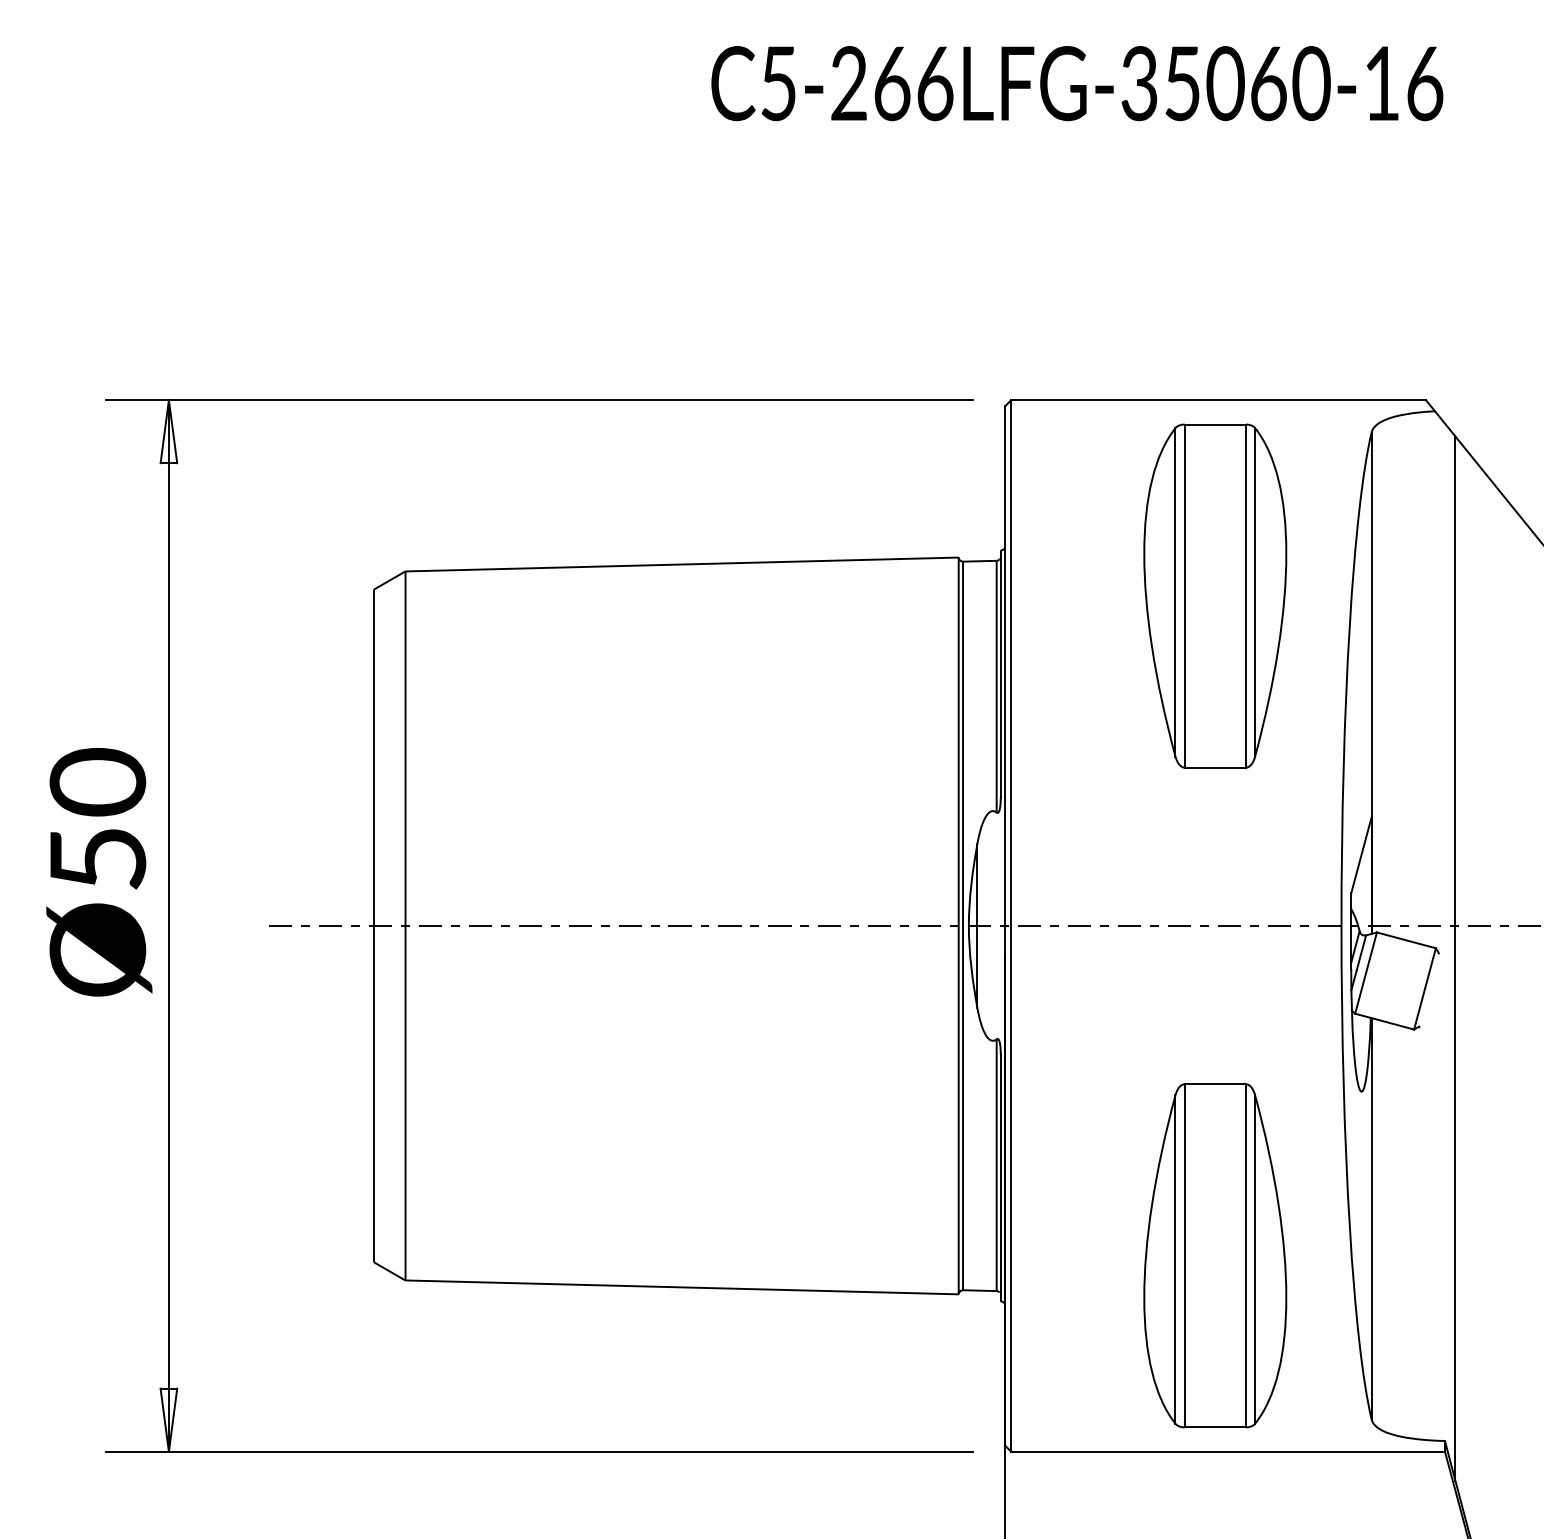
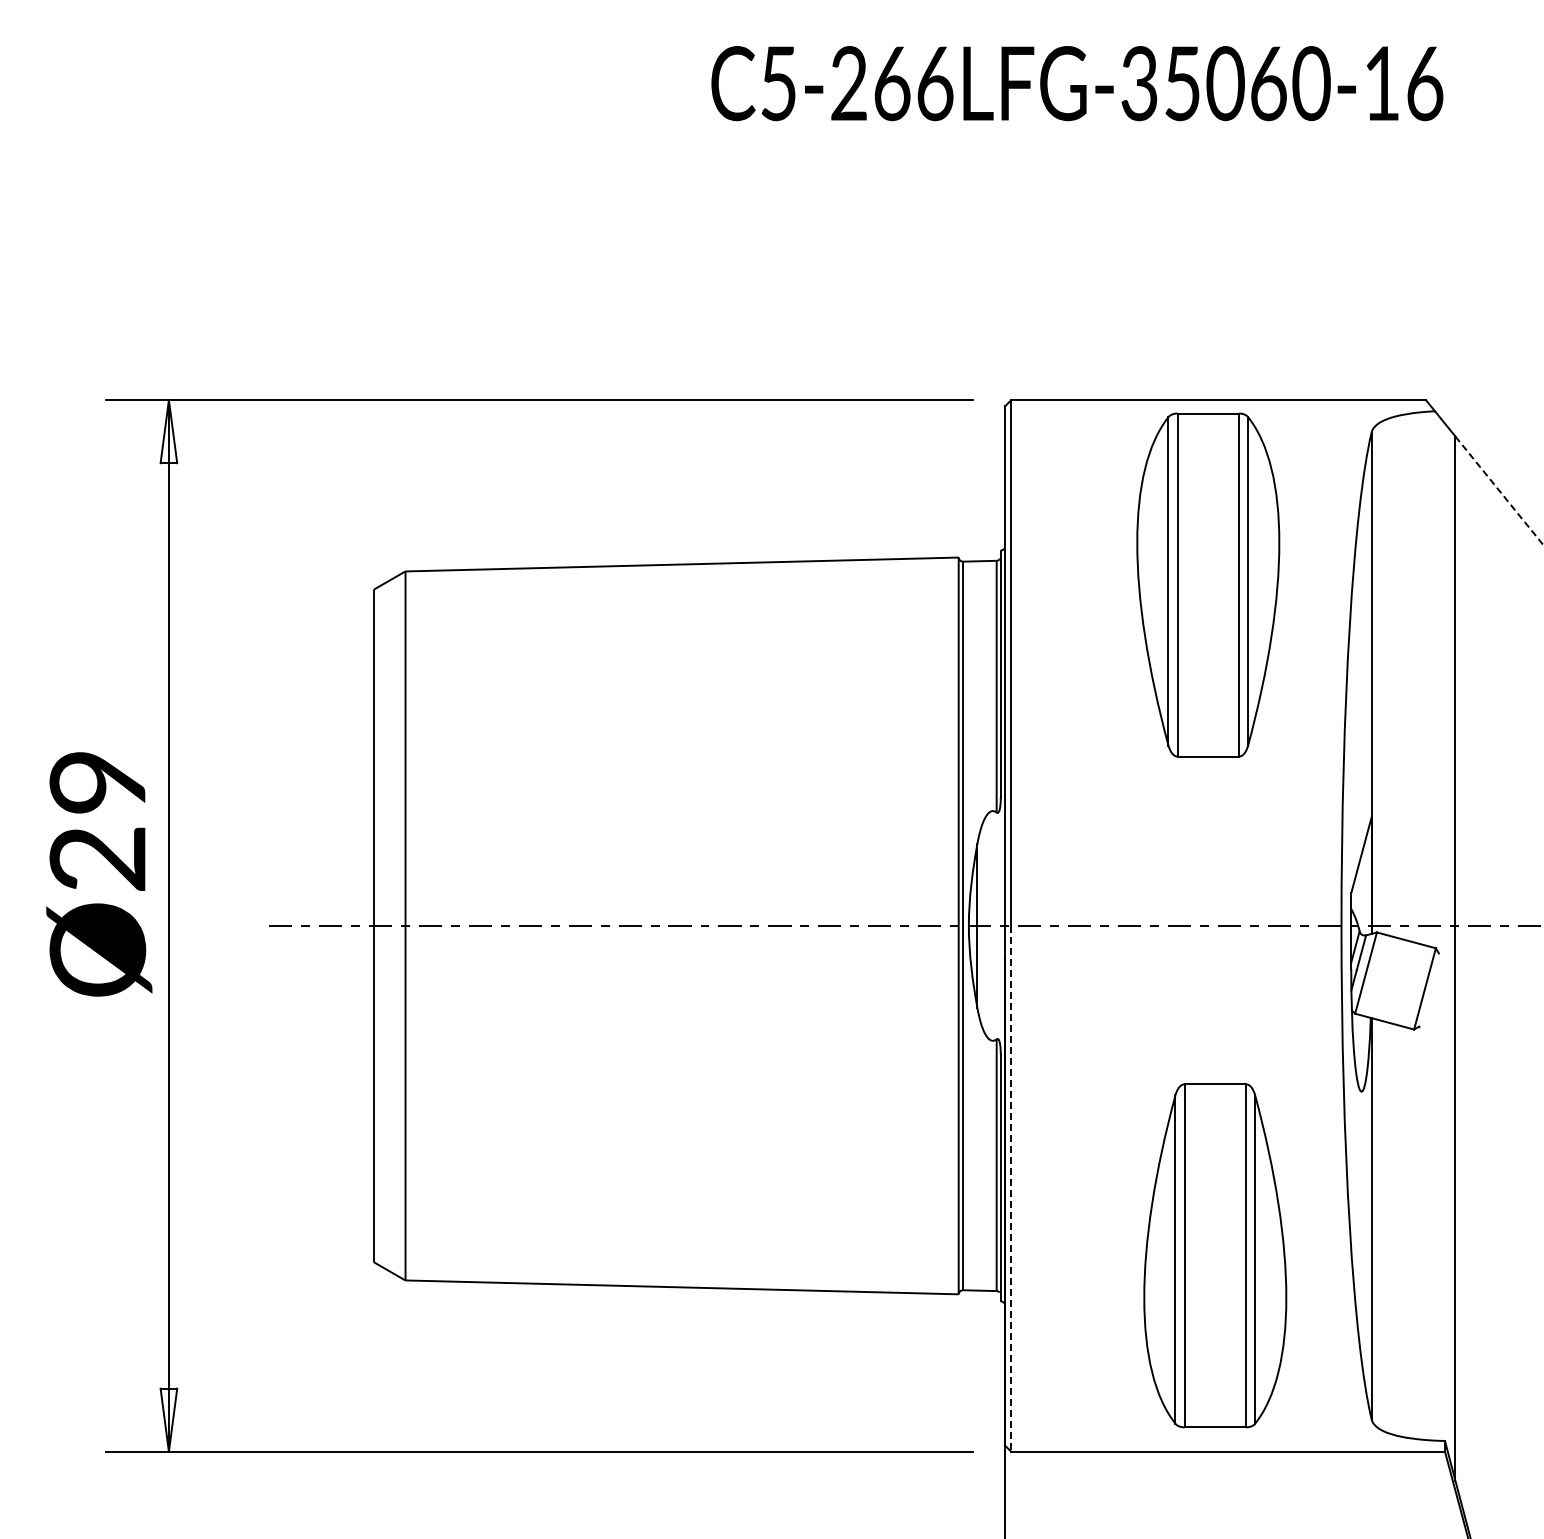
line at (1499, 490): solid -> dashed
part at (1215, 595) position: (1215, 595) -> (1208, 584)
text at (97, 819): Ø50 -> Ø29
line at (1011, 1188): solid -> dashed
